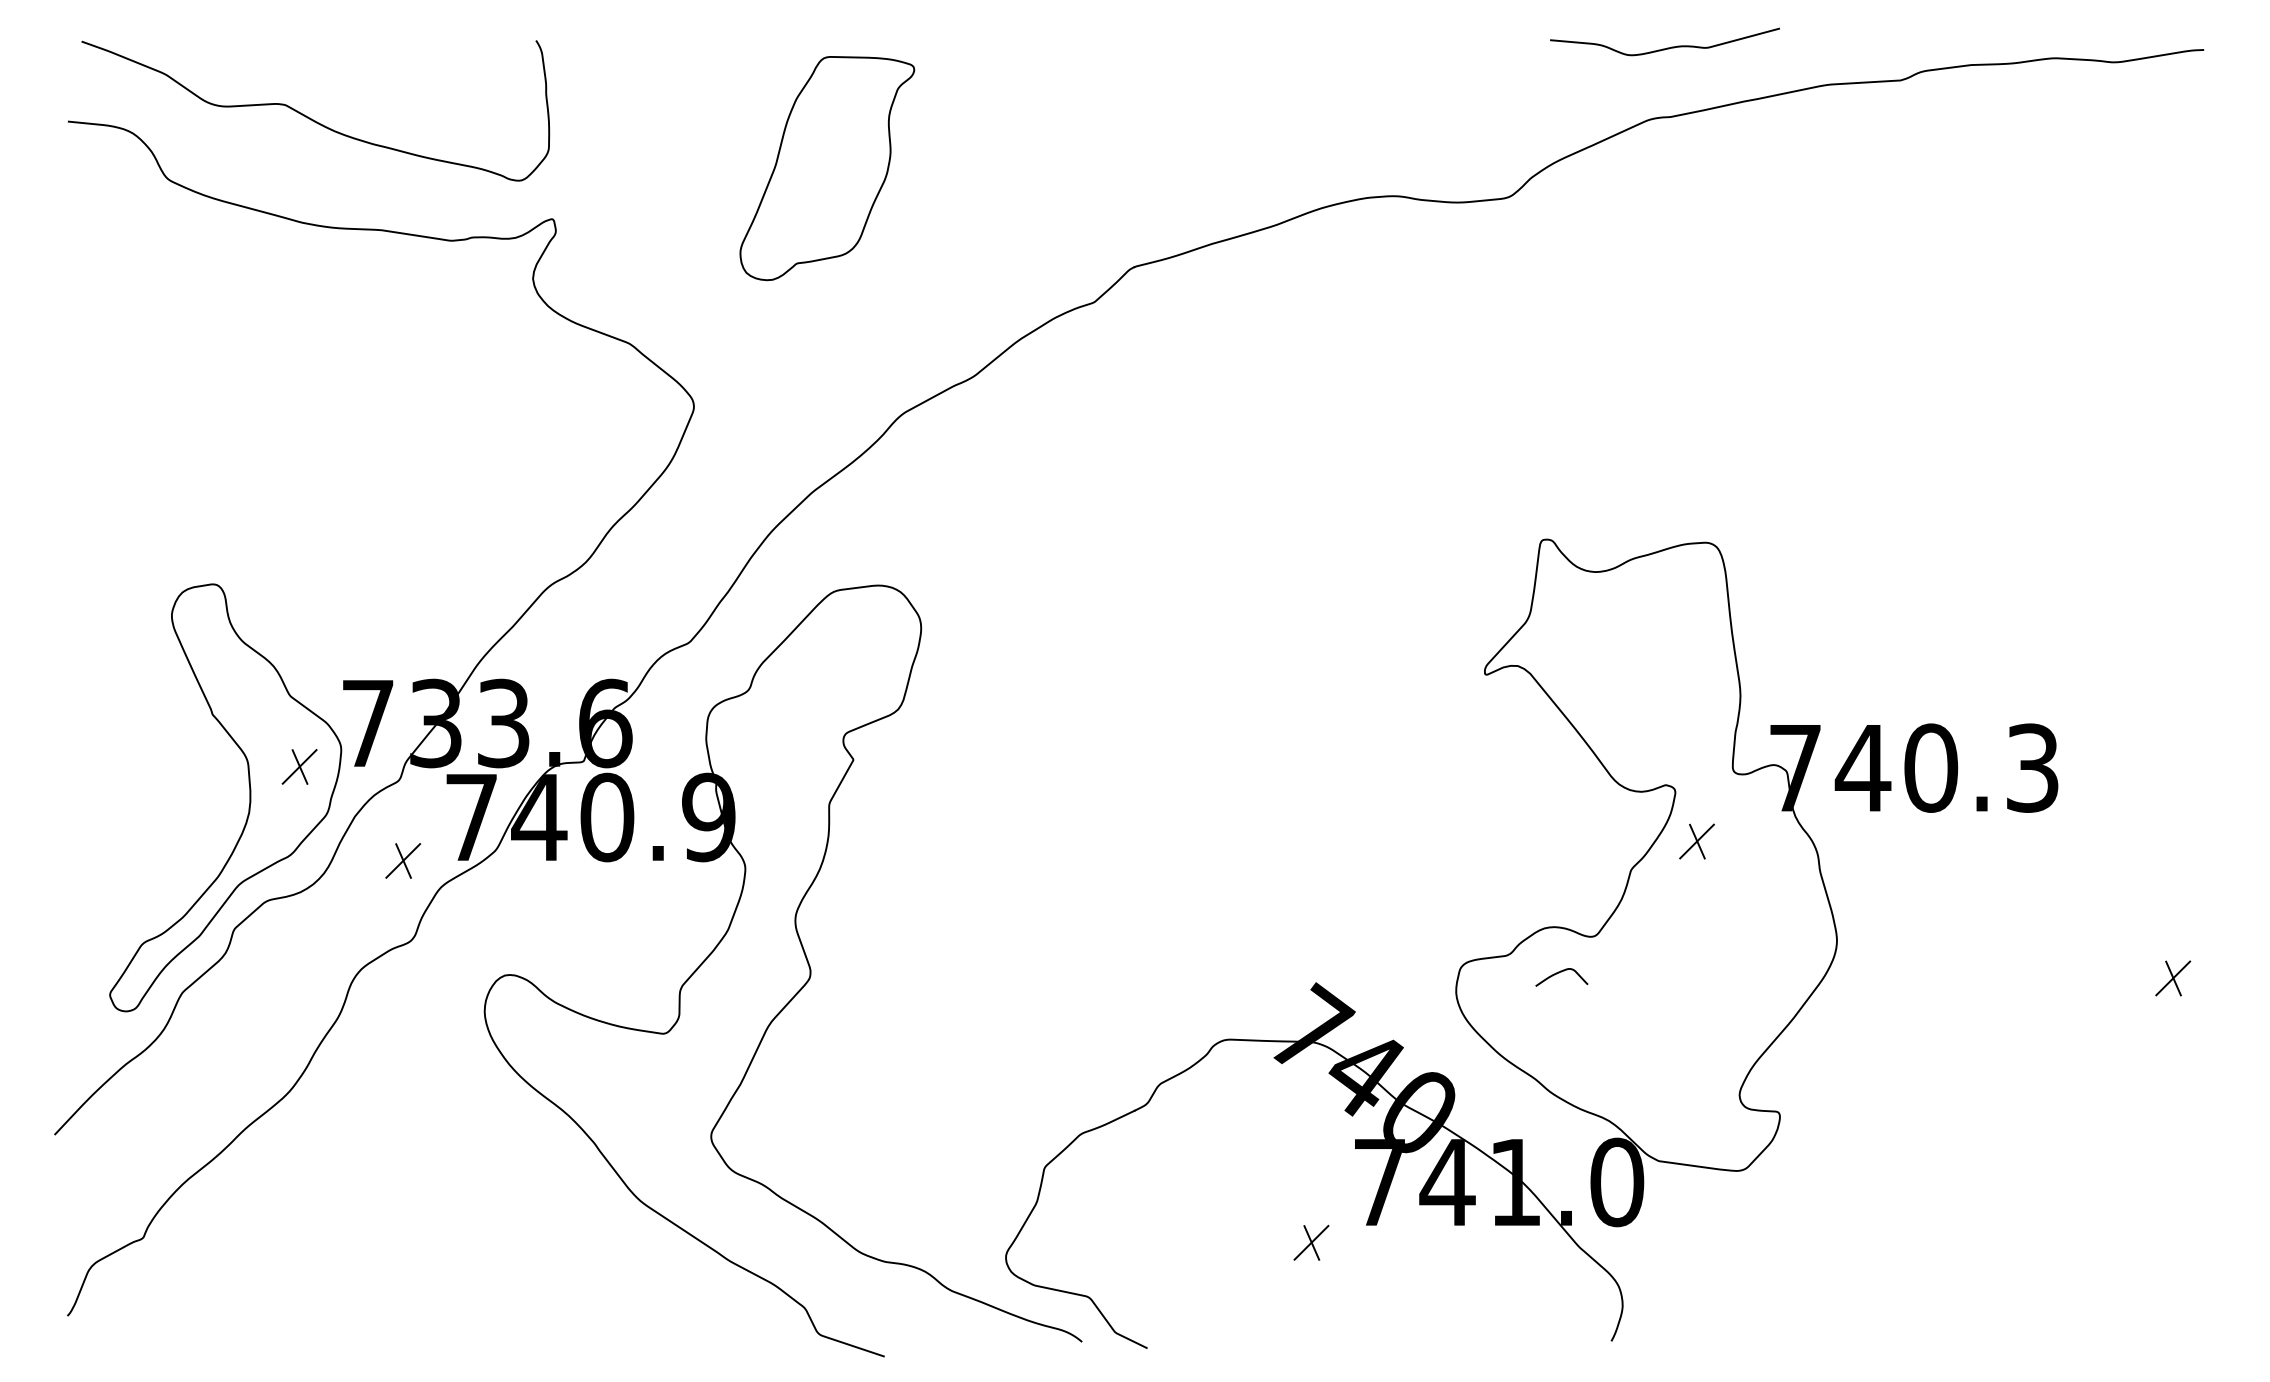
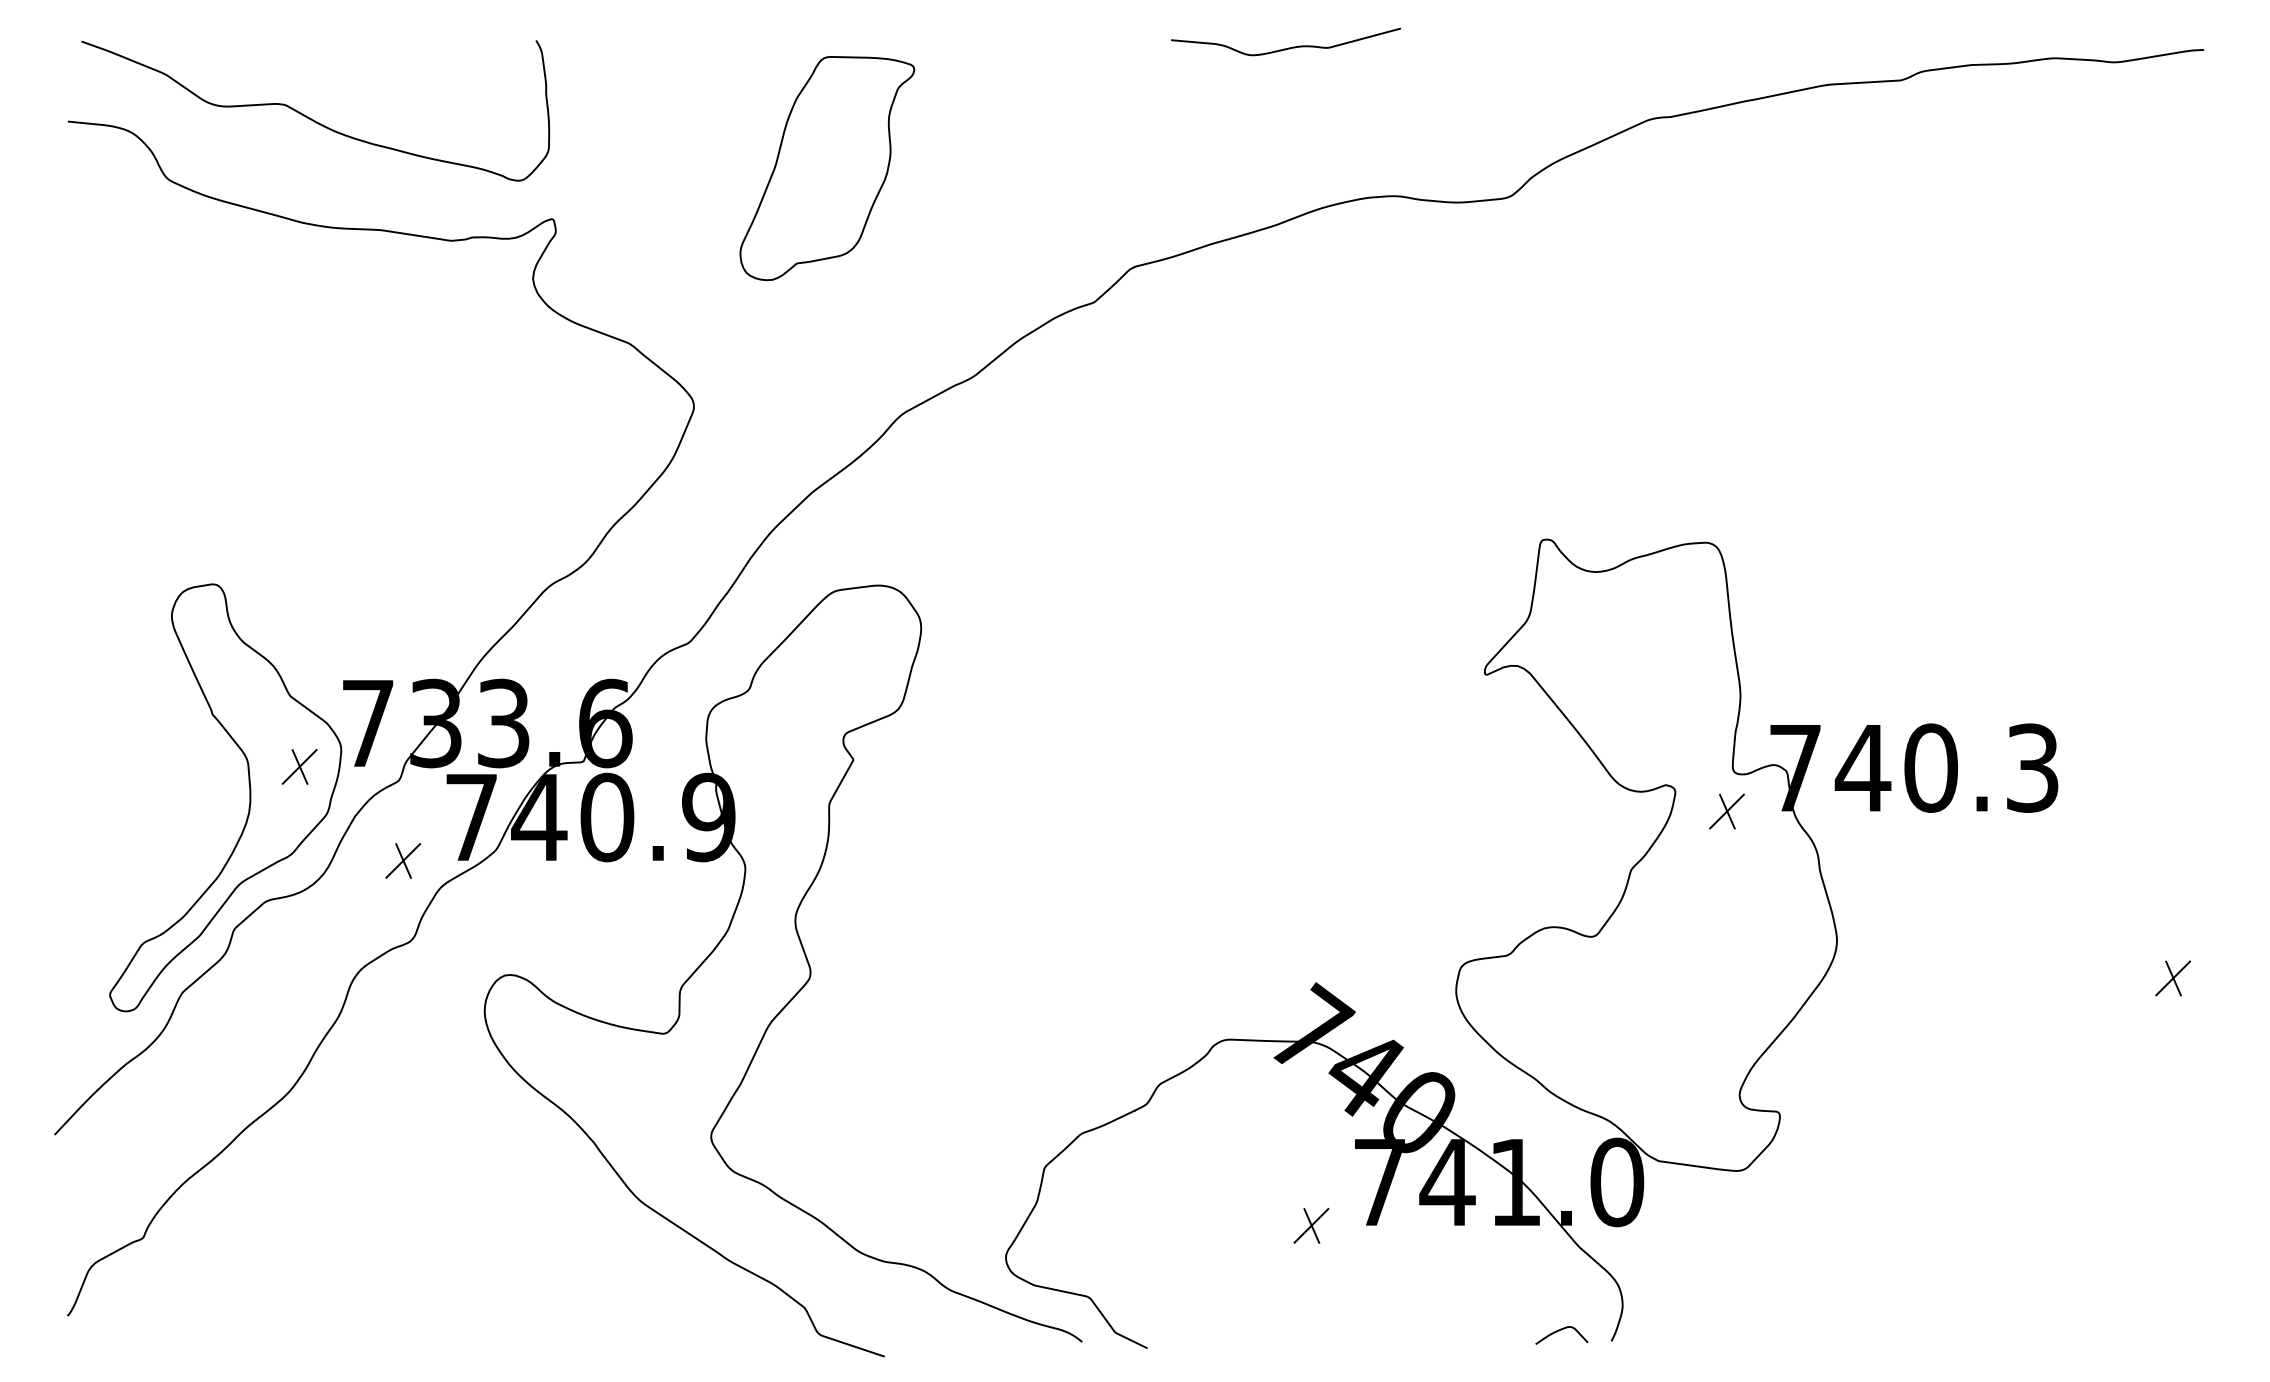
curve at (1667, 47) position: (1667, 47) -> (1288, 47)
part at (1696, 841) position: (1696, 841) -> (1726, 811)
curve at (1559, 973) position: (1559, 973) -> (1559, 1331)
part at (1311, 1242) position: (1311, 1242) -> (1311, 1225)
